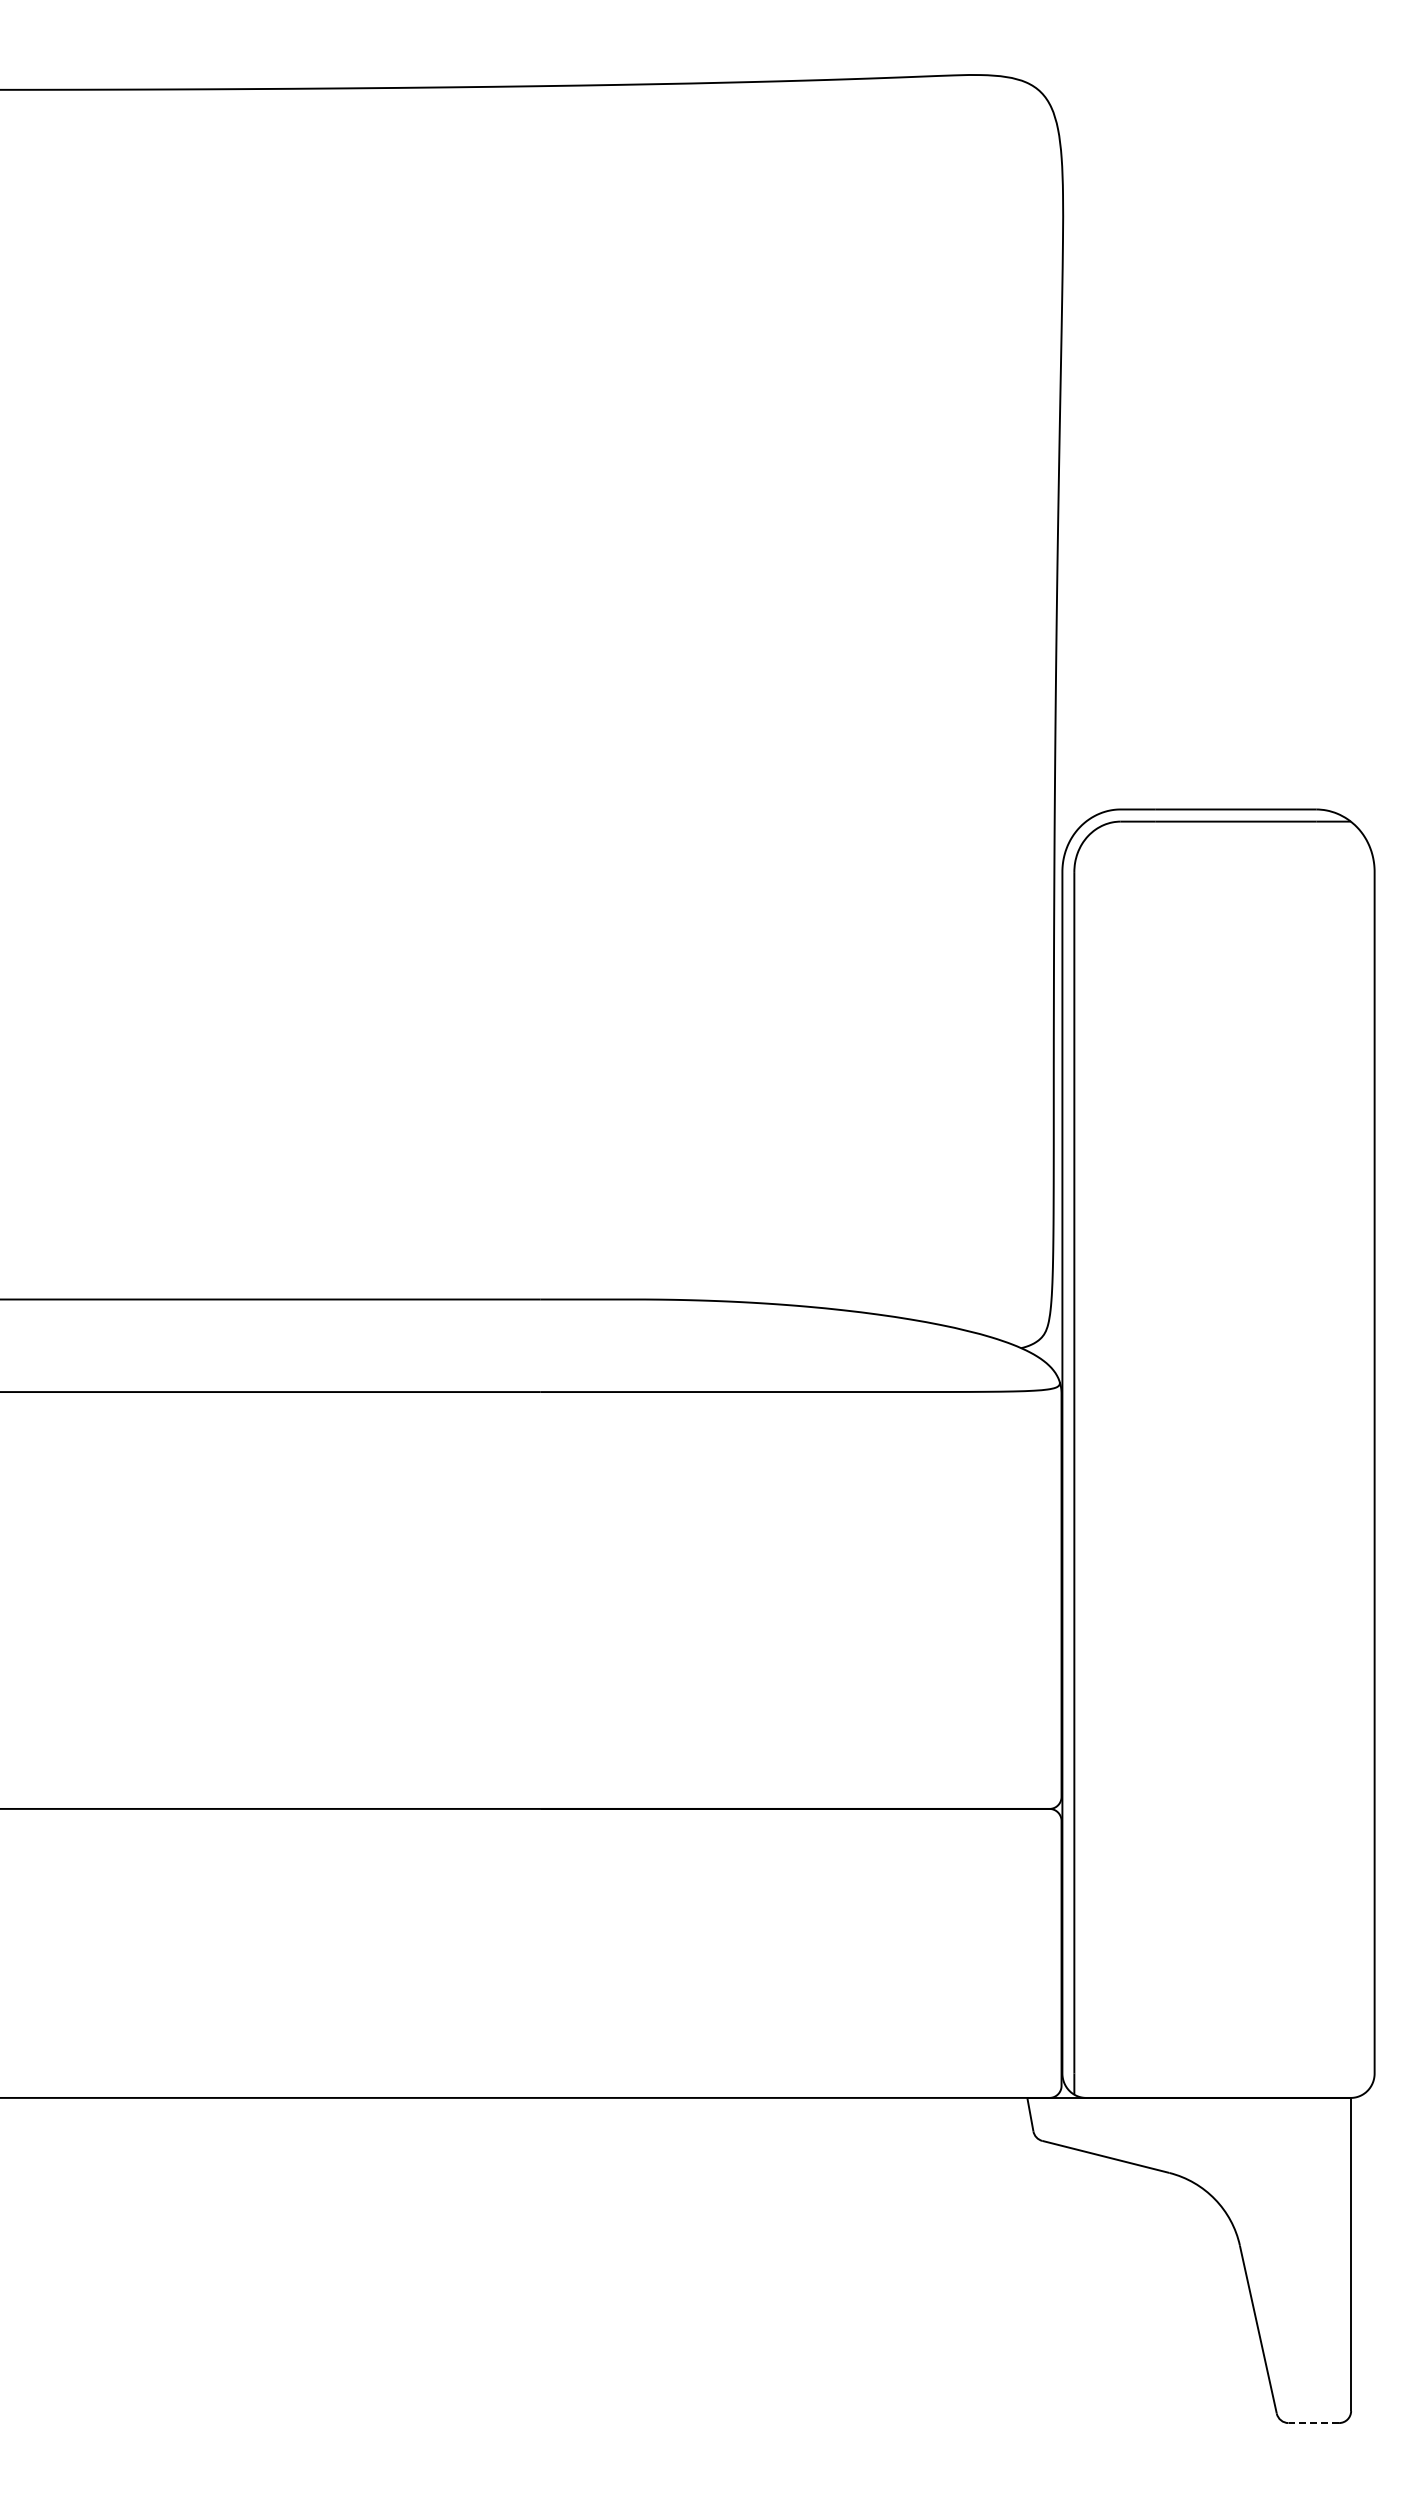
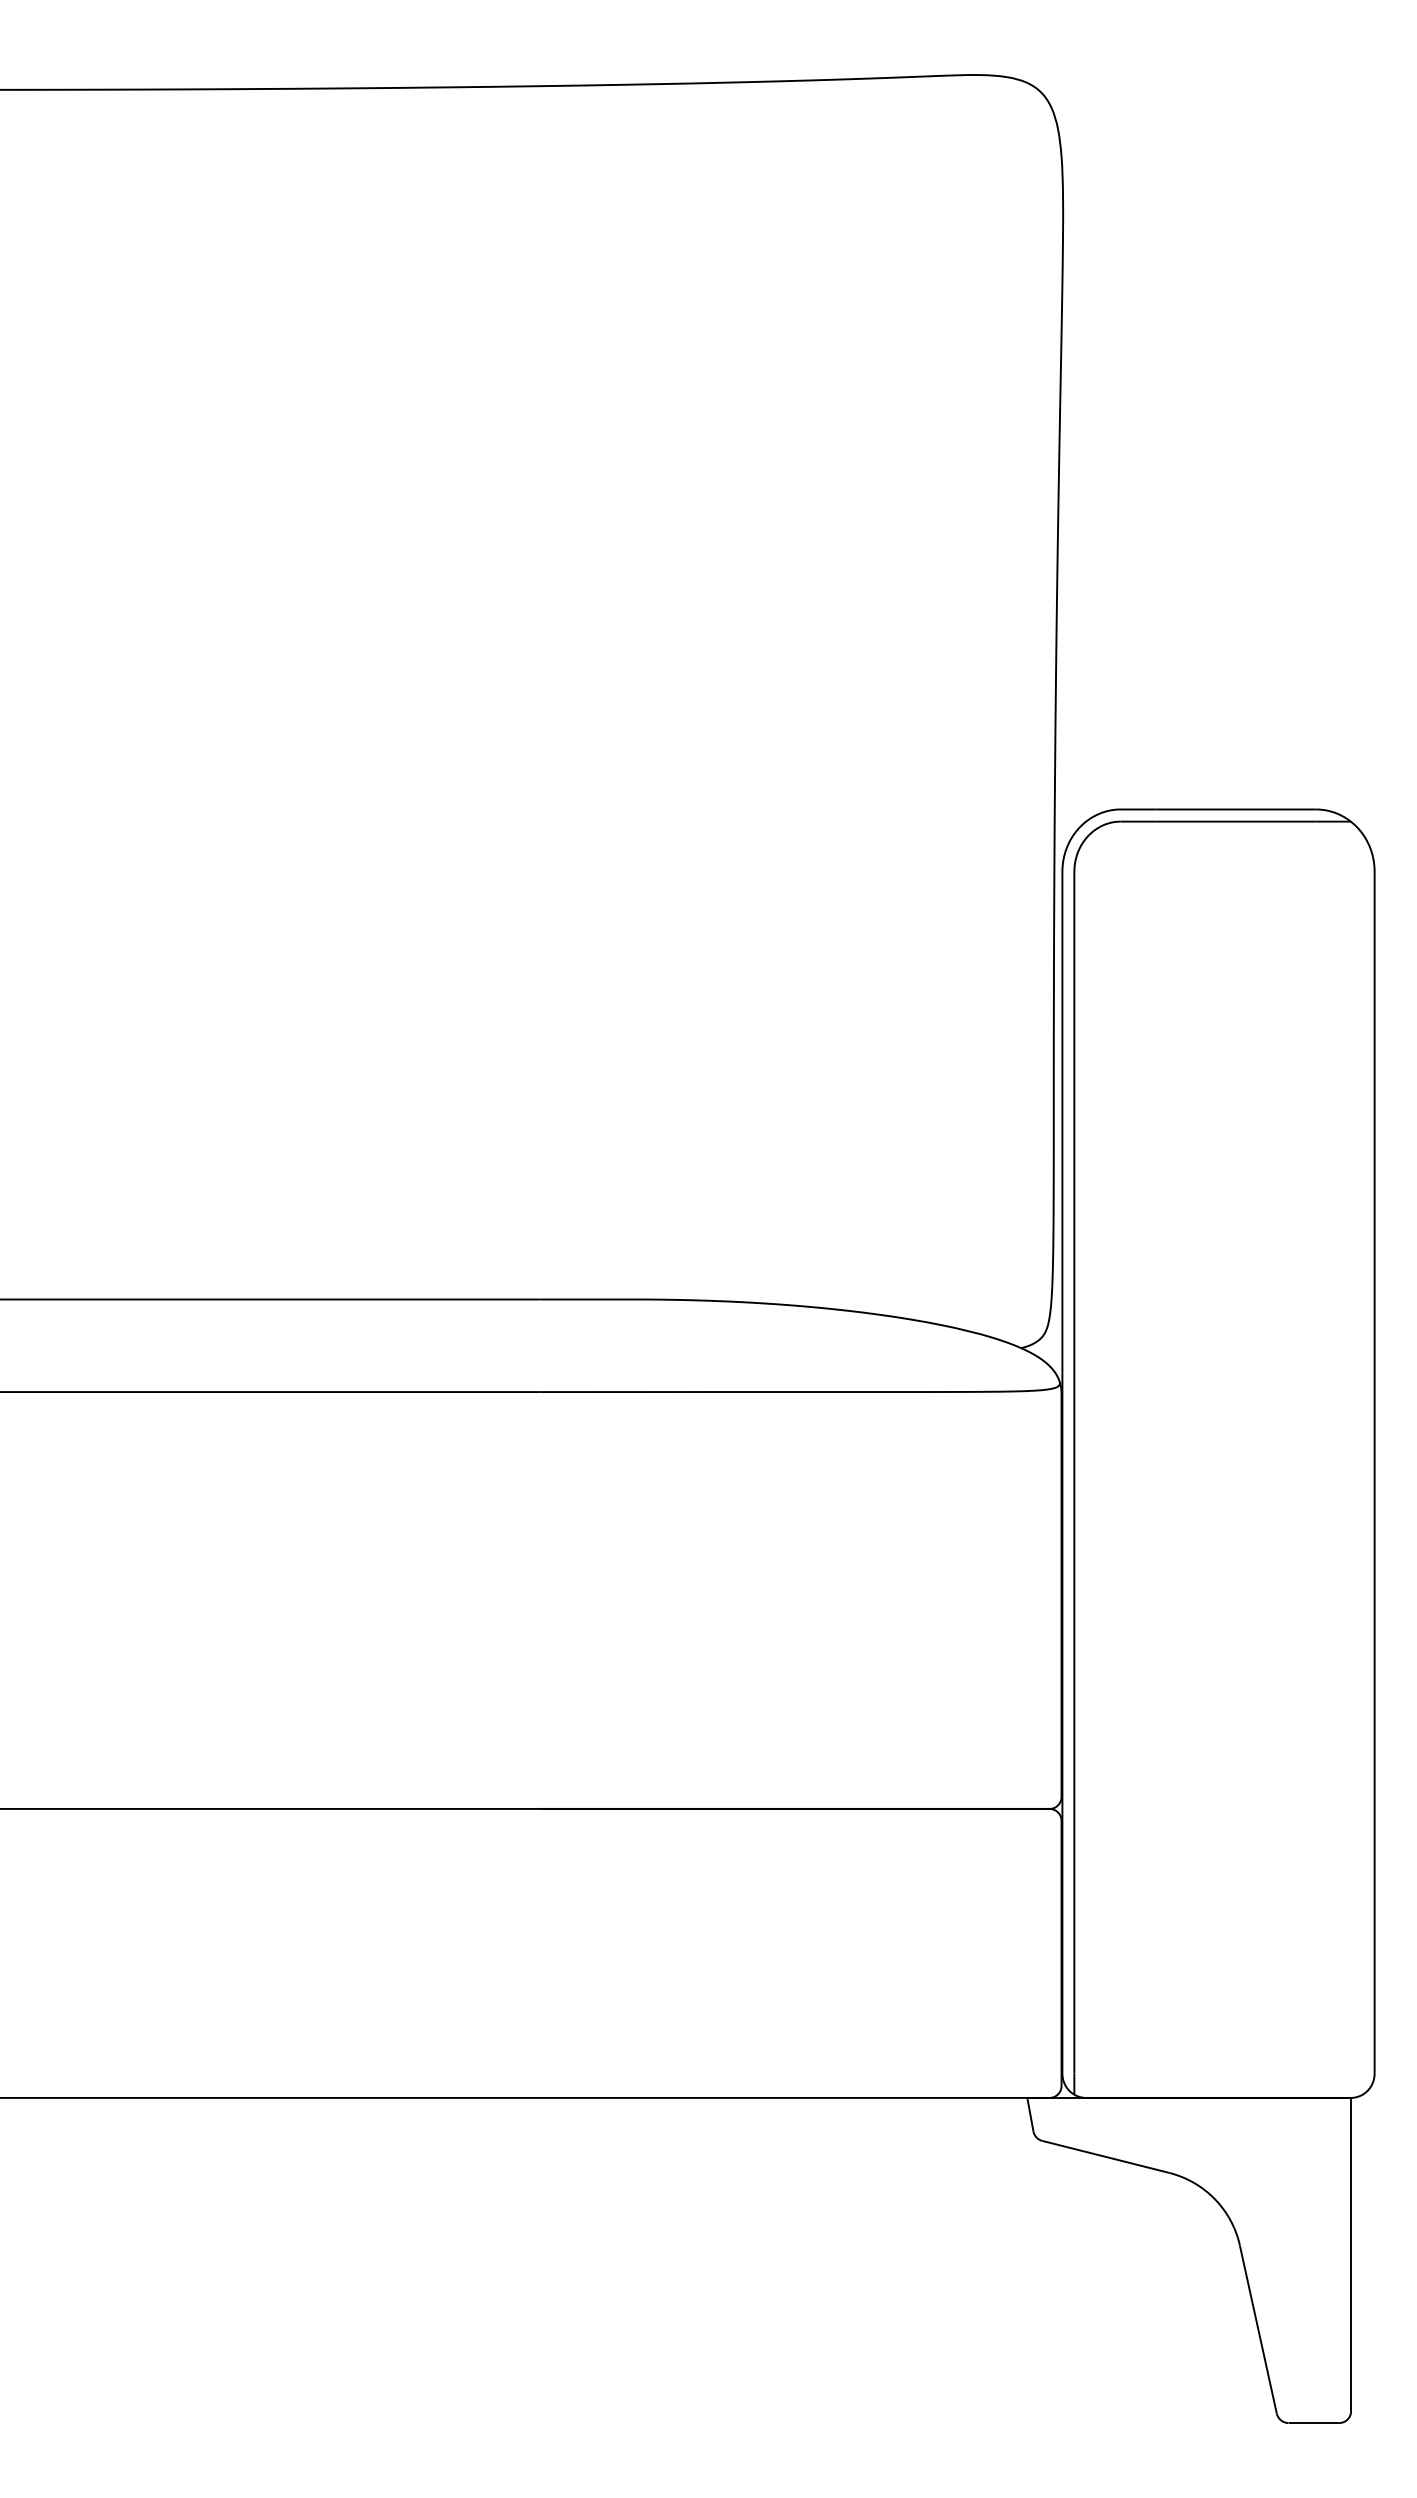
line at (1313, 2423): dashed -> solid
